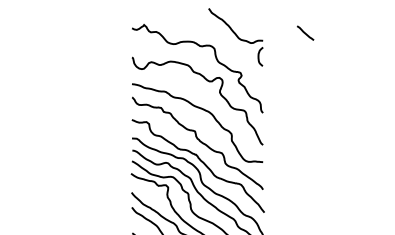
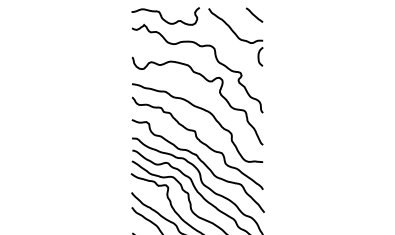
curve at (163, 18): none -> present
line at (305, 32) position: (305, 32) -> (254, 14)
